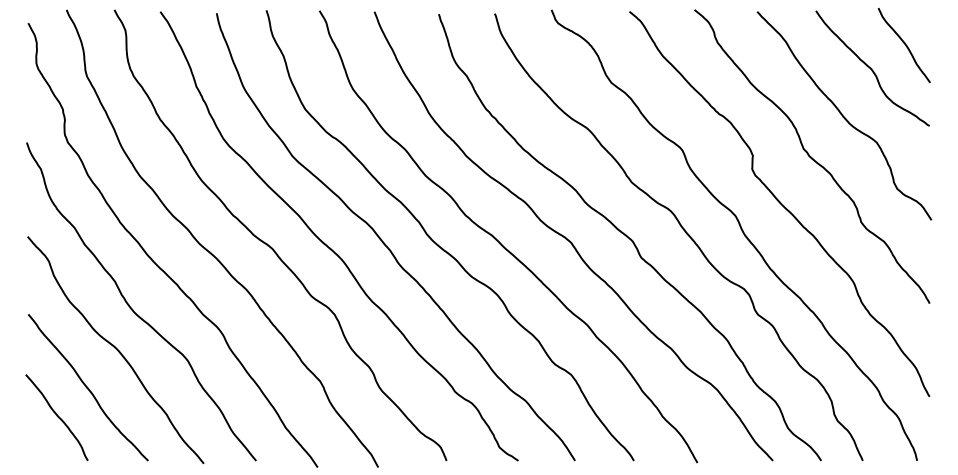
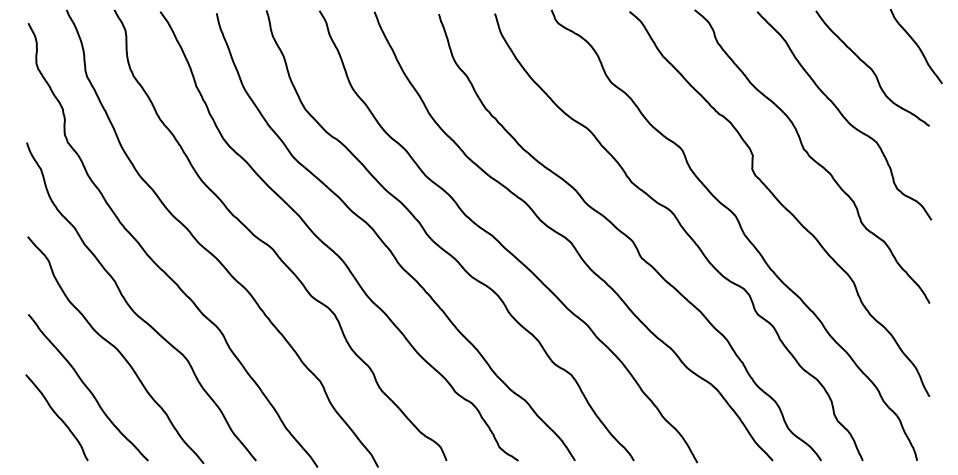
curve at (904, 44) position: (904, 44) -> (916, 45)
